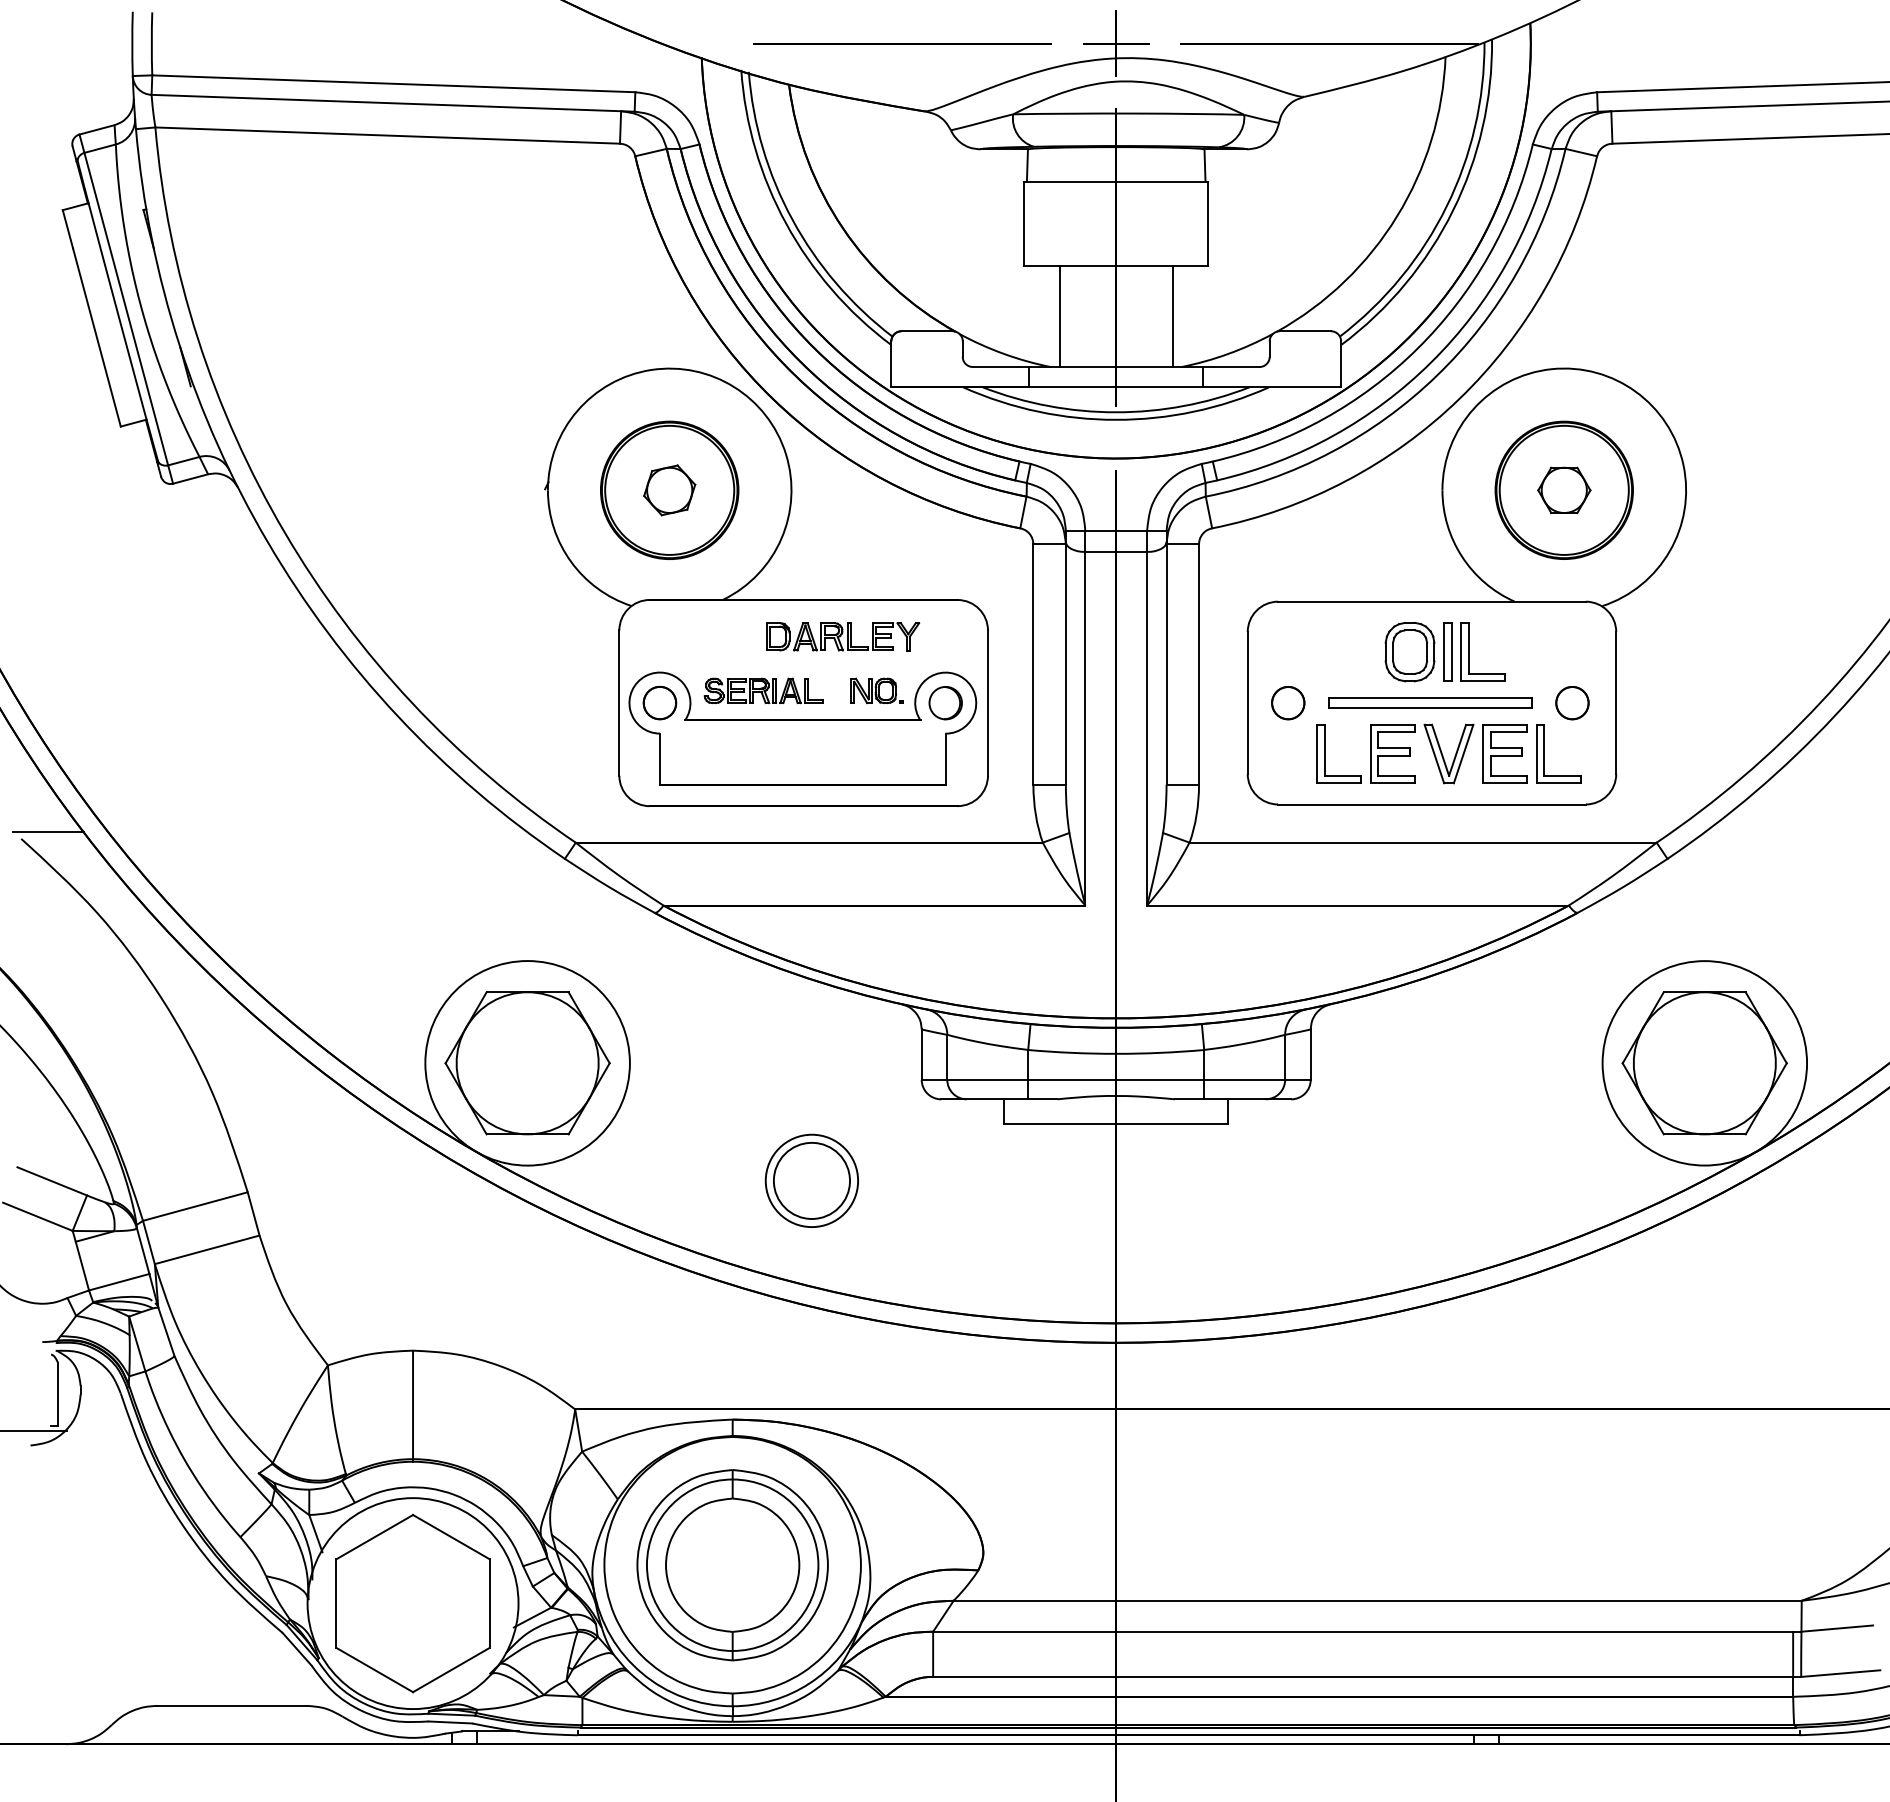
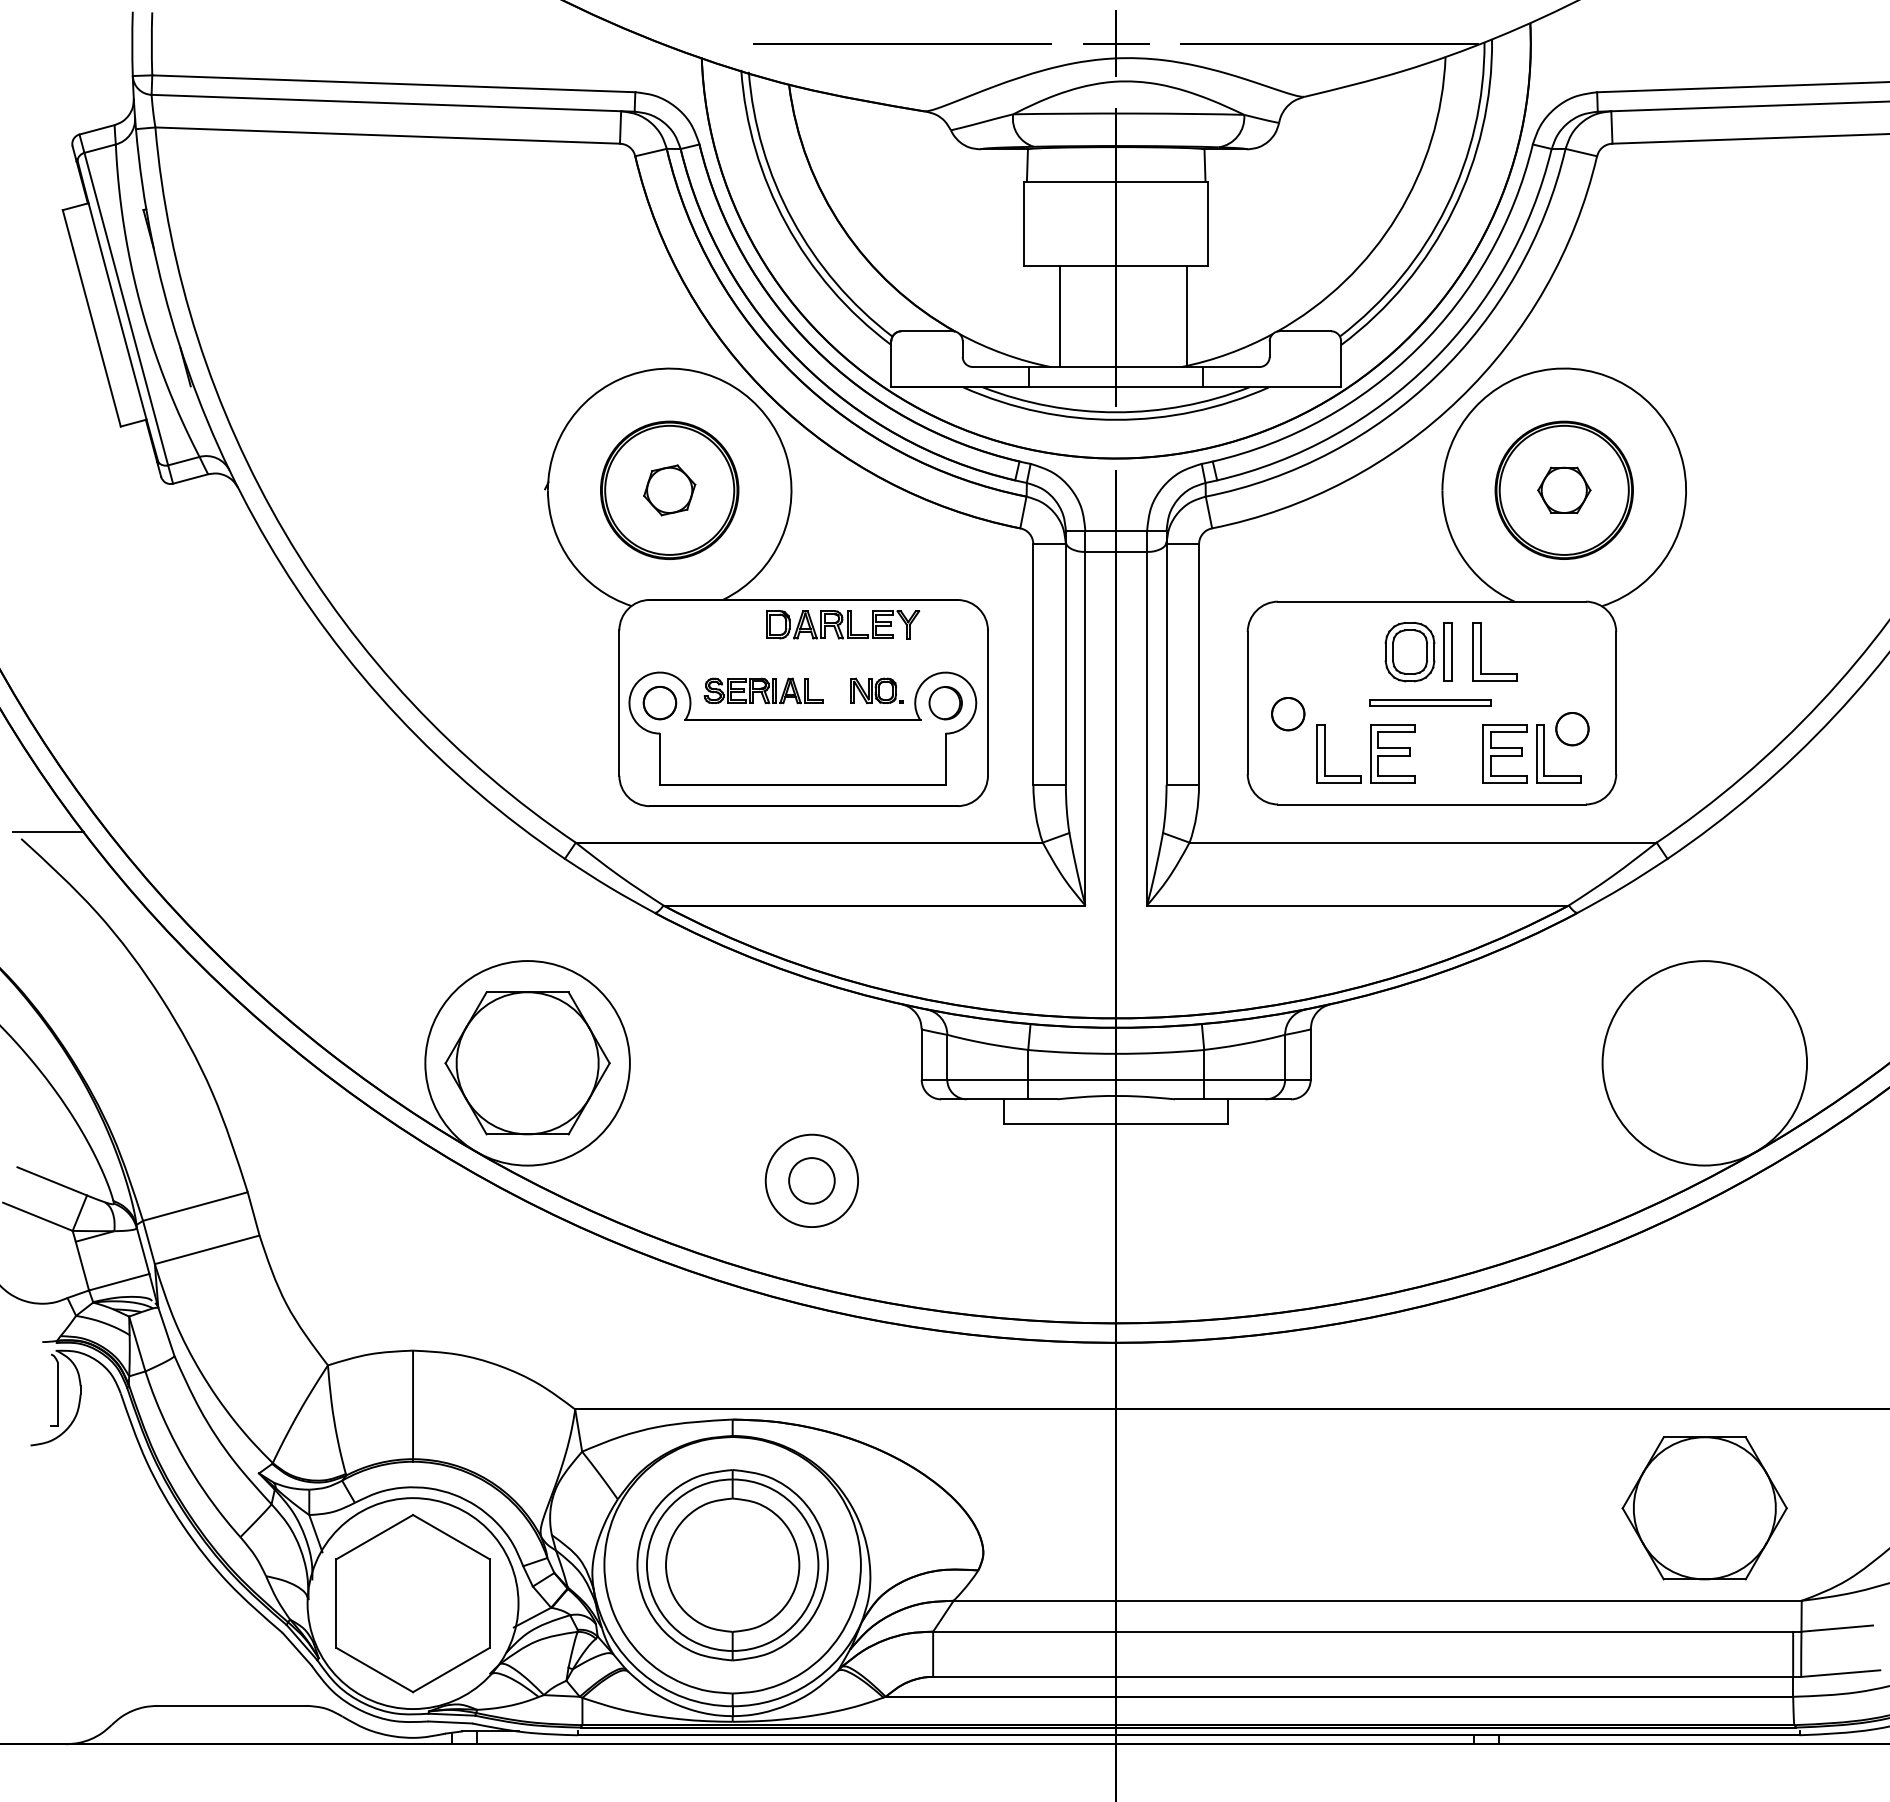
line at (1172, 316) position: (1172, 316) -> (1186, 316)
part at (843, 636) position: (843, 636) -> (843, 624)
part at (1469, 651) position: (1469, 651) -> (1481, 651)
part at (1430, 702) size: 205x12 px -> 123x8 px
circle at (1288, 703) position: (1288, 703) -> (1288, 714)
circle at (1572, 703) position: (1572, 703) -> (1572, 729)
part at (1448, 753): present -> none
part at (1704, 1063) position: (1704, 1063) -> (1704, 1508)
circle at (811, 1180) diameter: 76 px -> 46 px
line at (34, 1430): present -> none
